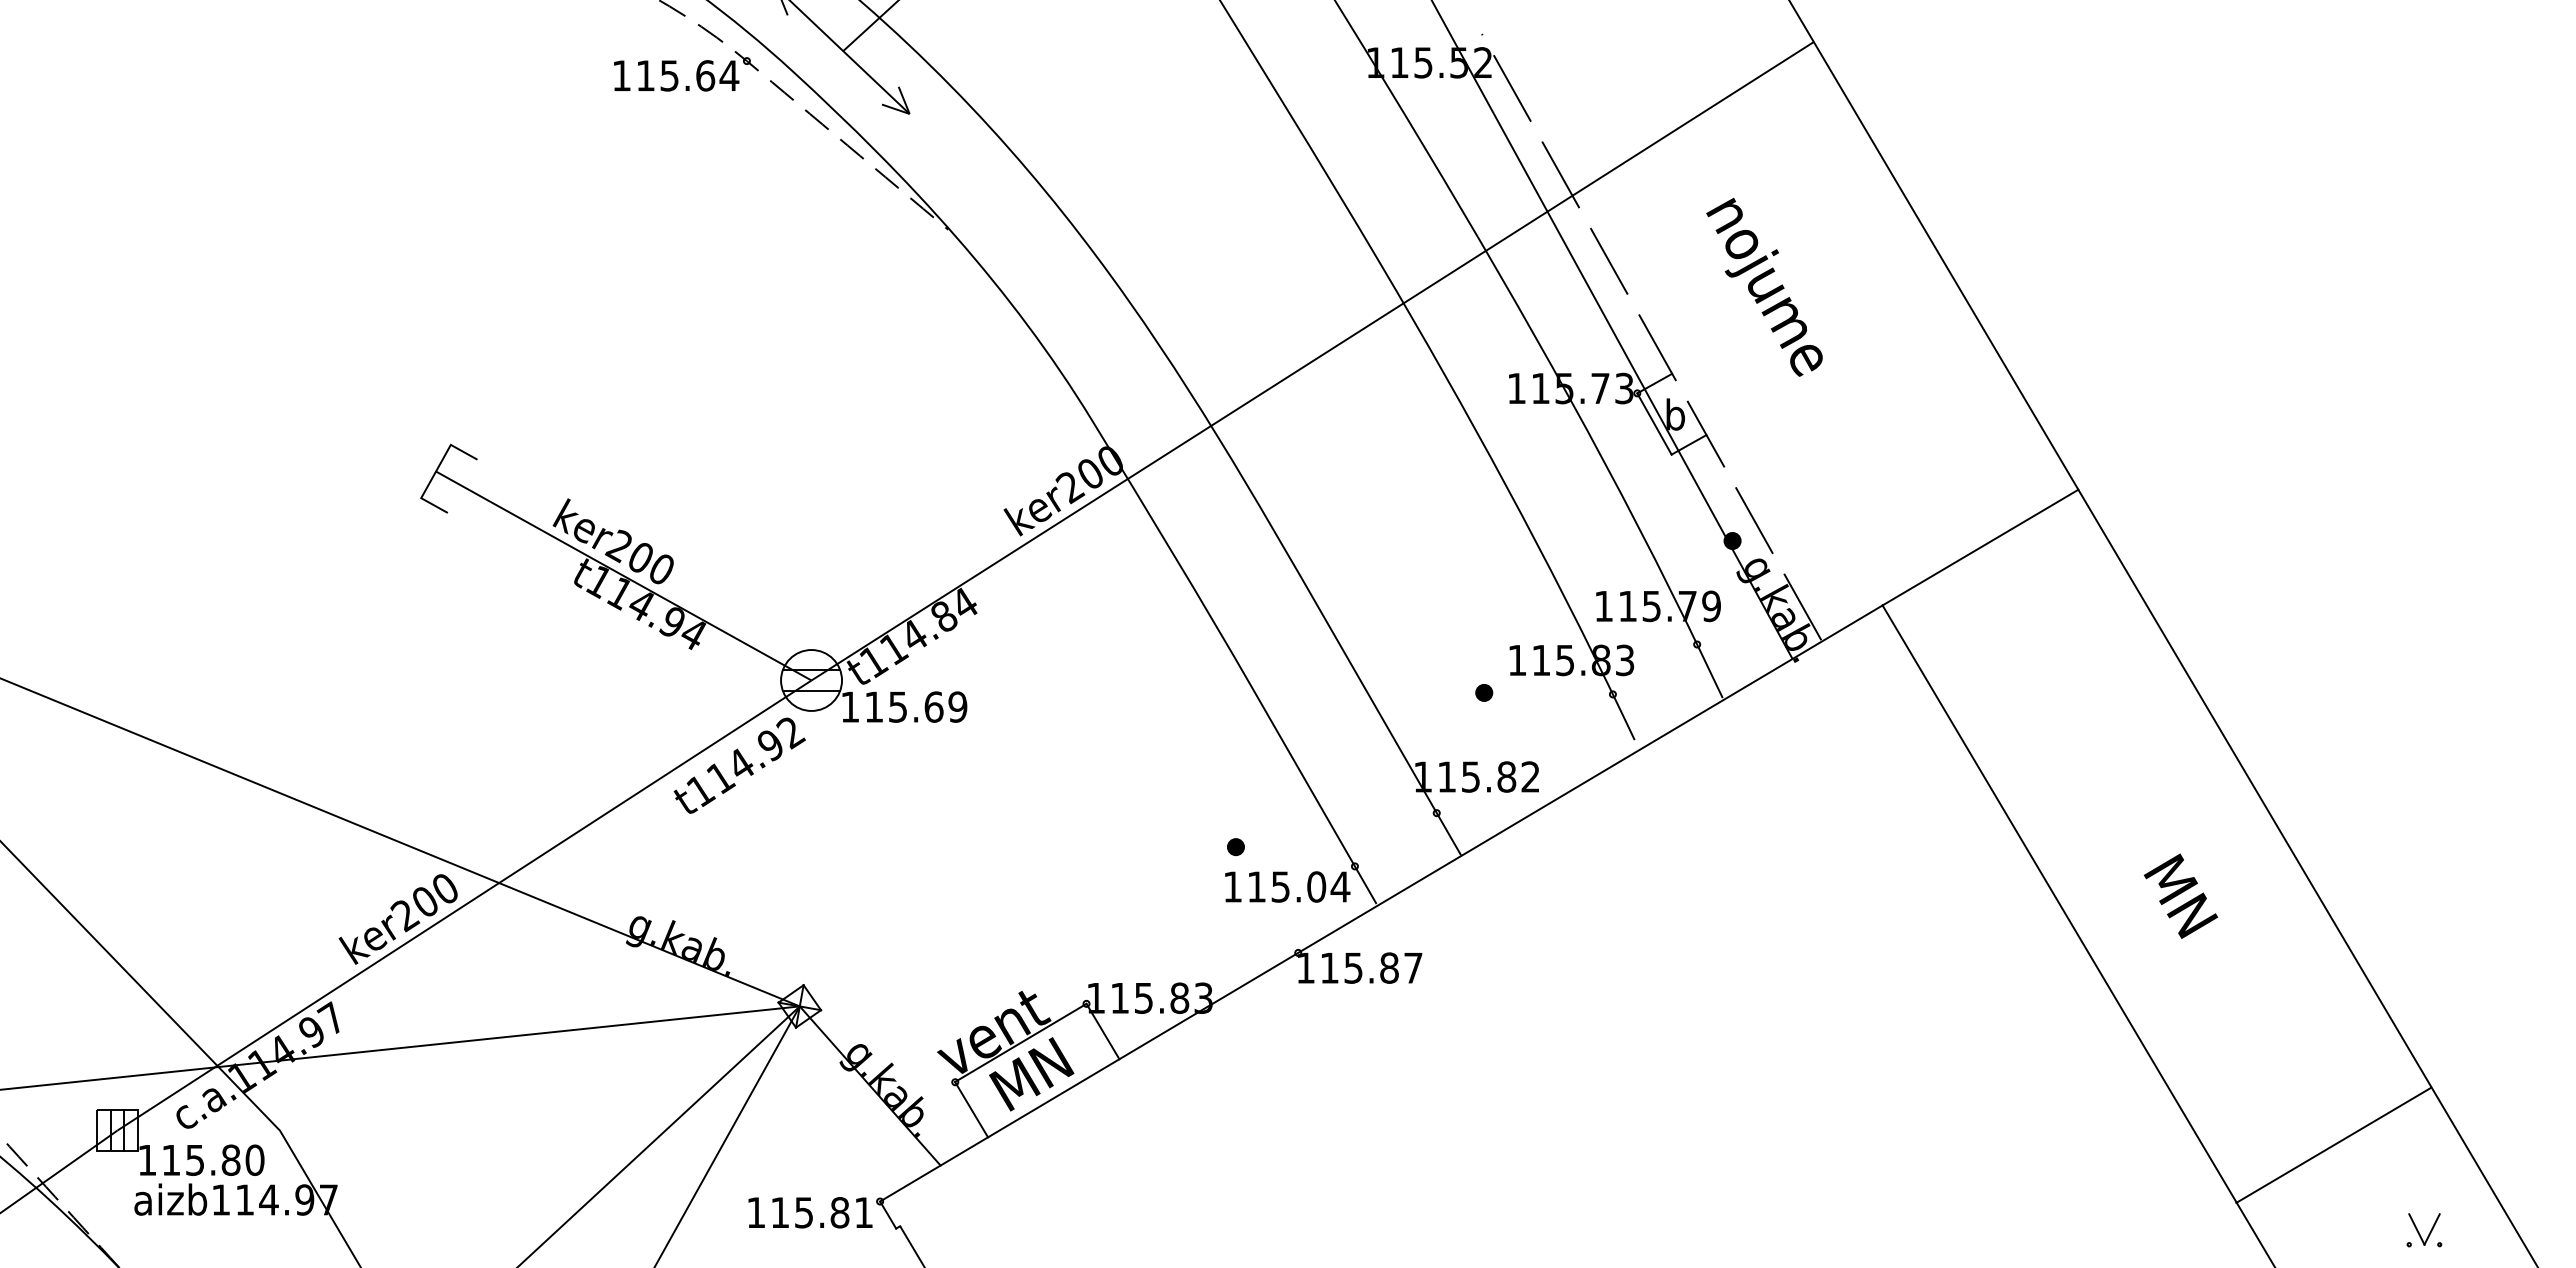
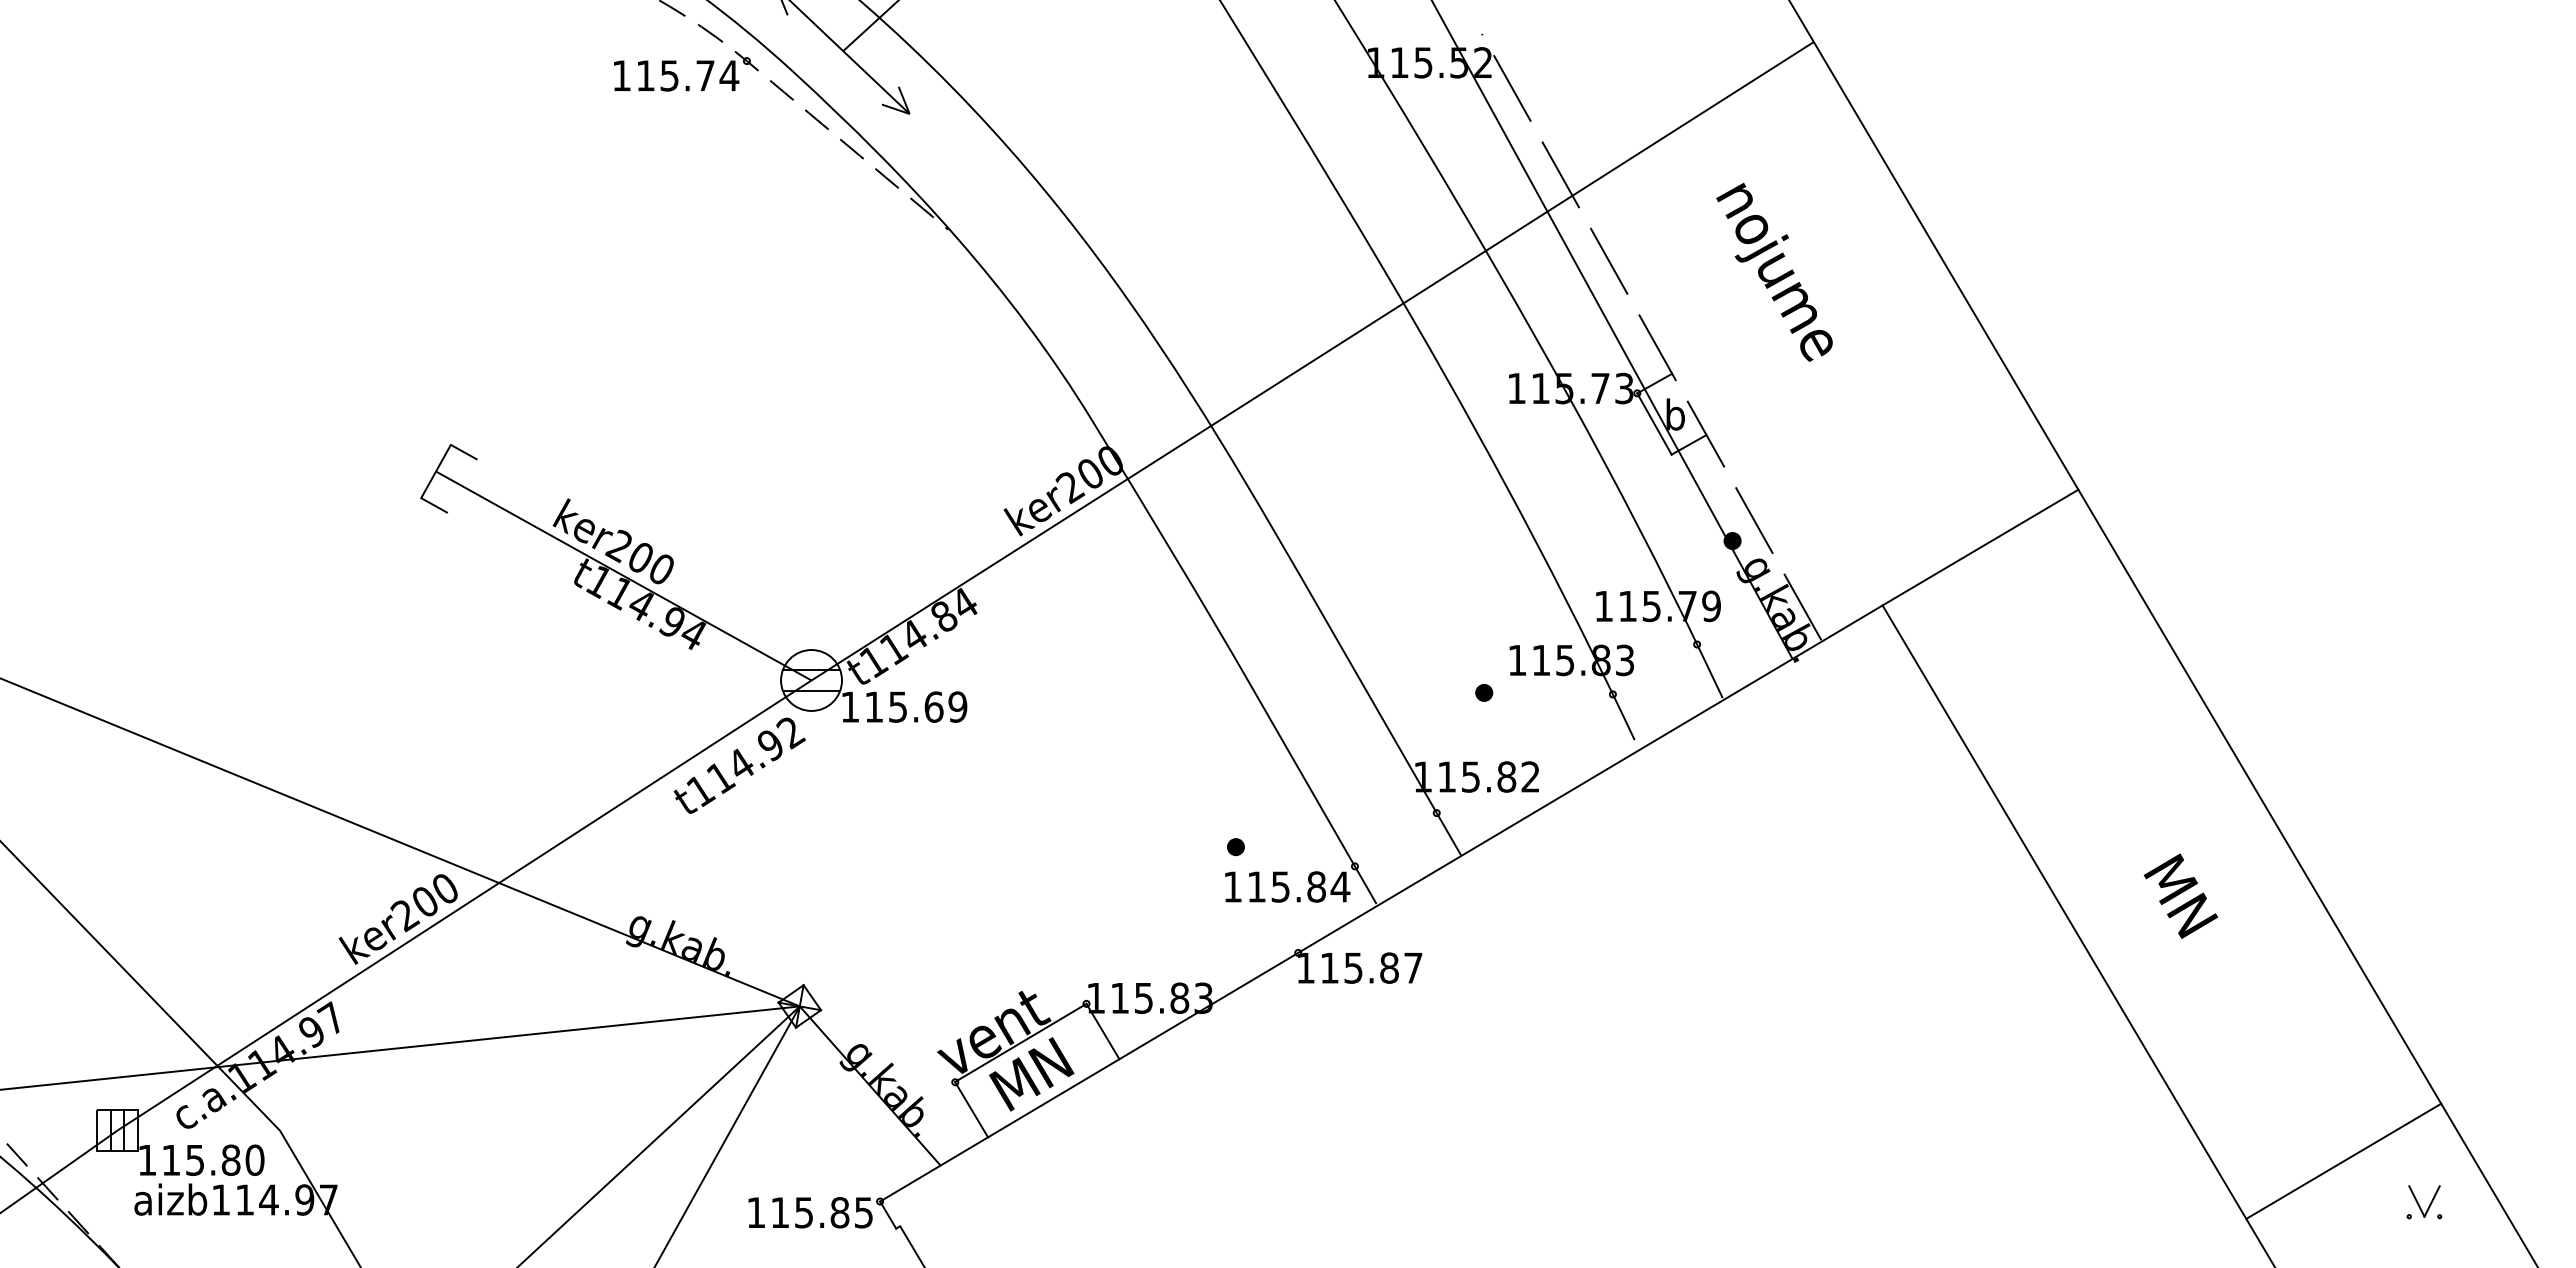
text at (705, 75): 115.64 -> 115.74
text at (1764, 286) position: (1764, 286) -> (1774, 271)
text at (1316, 886): 115.04 -> 115.84
line at (2333, 1144) position: (2333, 1144) -> (2343, 1160)
text at (863, 1212): 115.81 -> 115.85
part at (2424, 1230) position: (2424, 1230) -> (2424, 1202)
